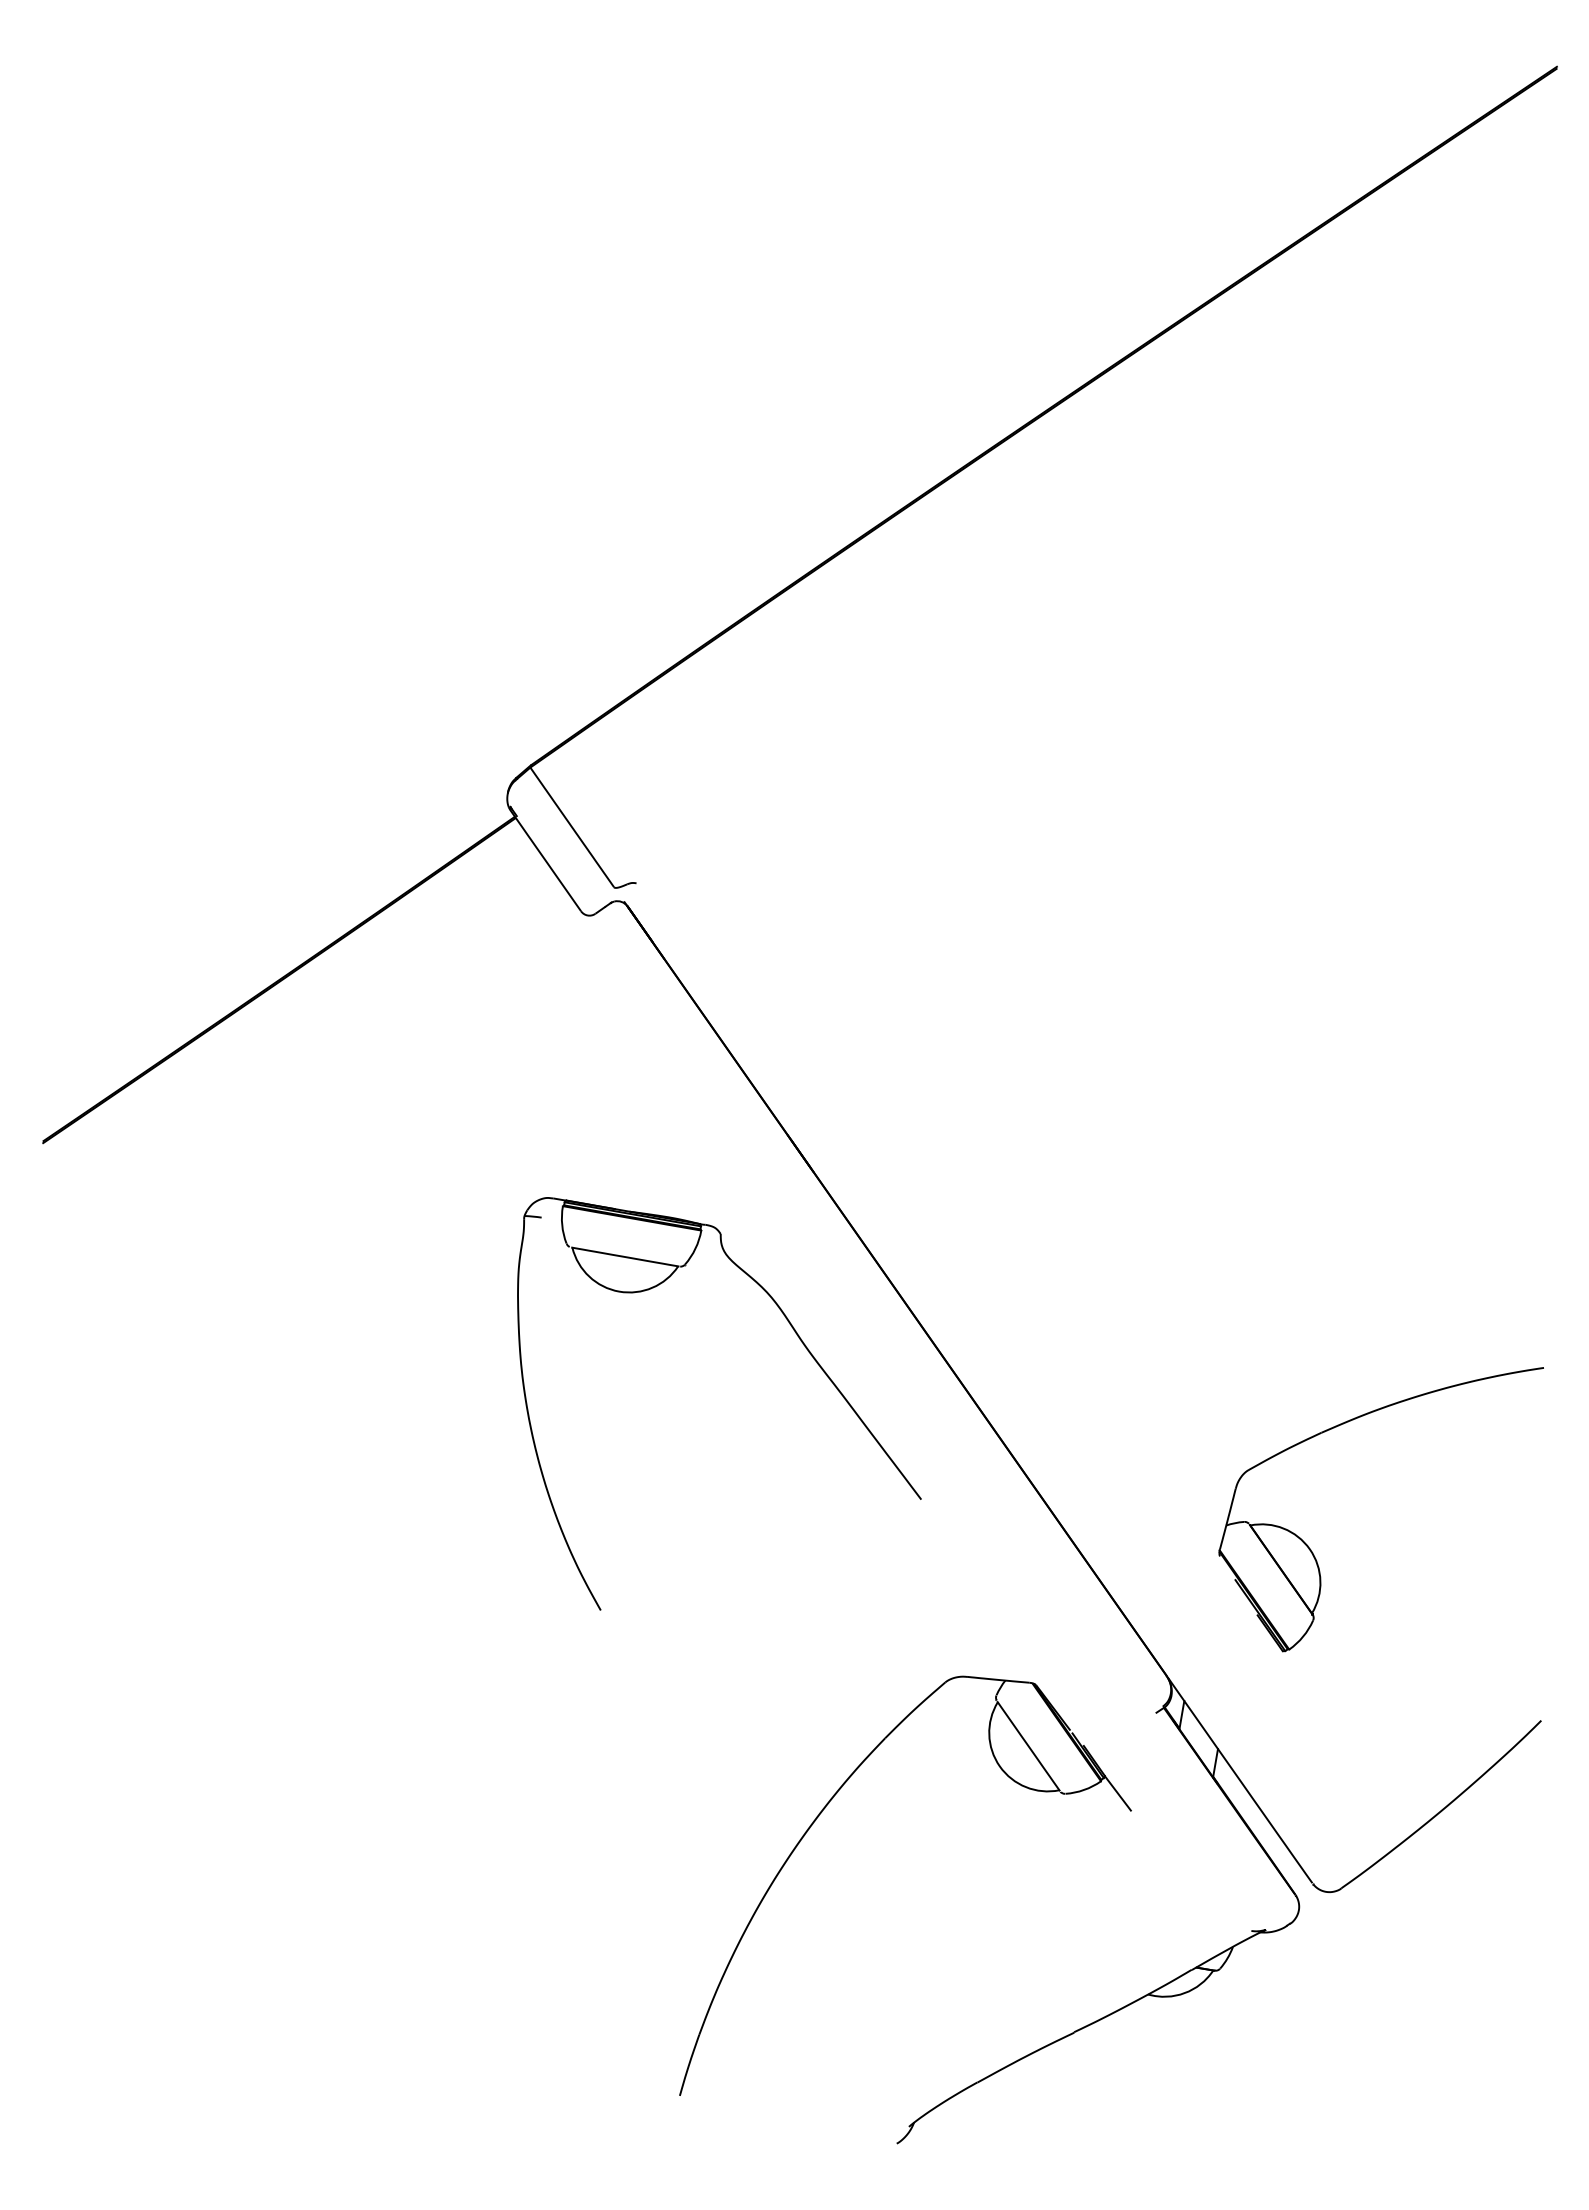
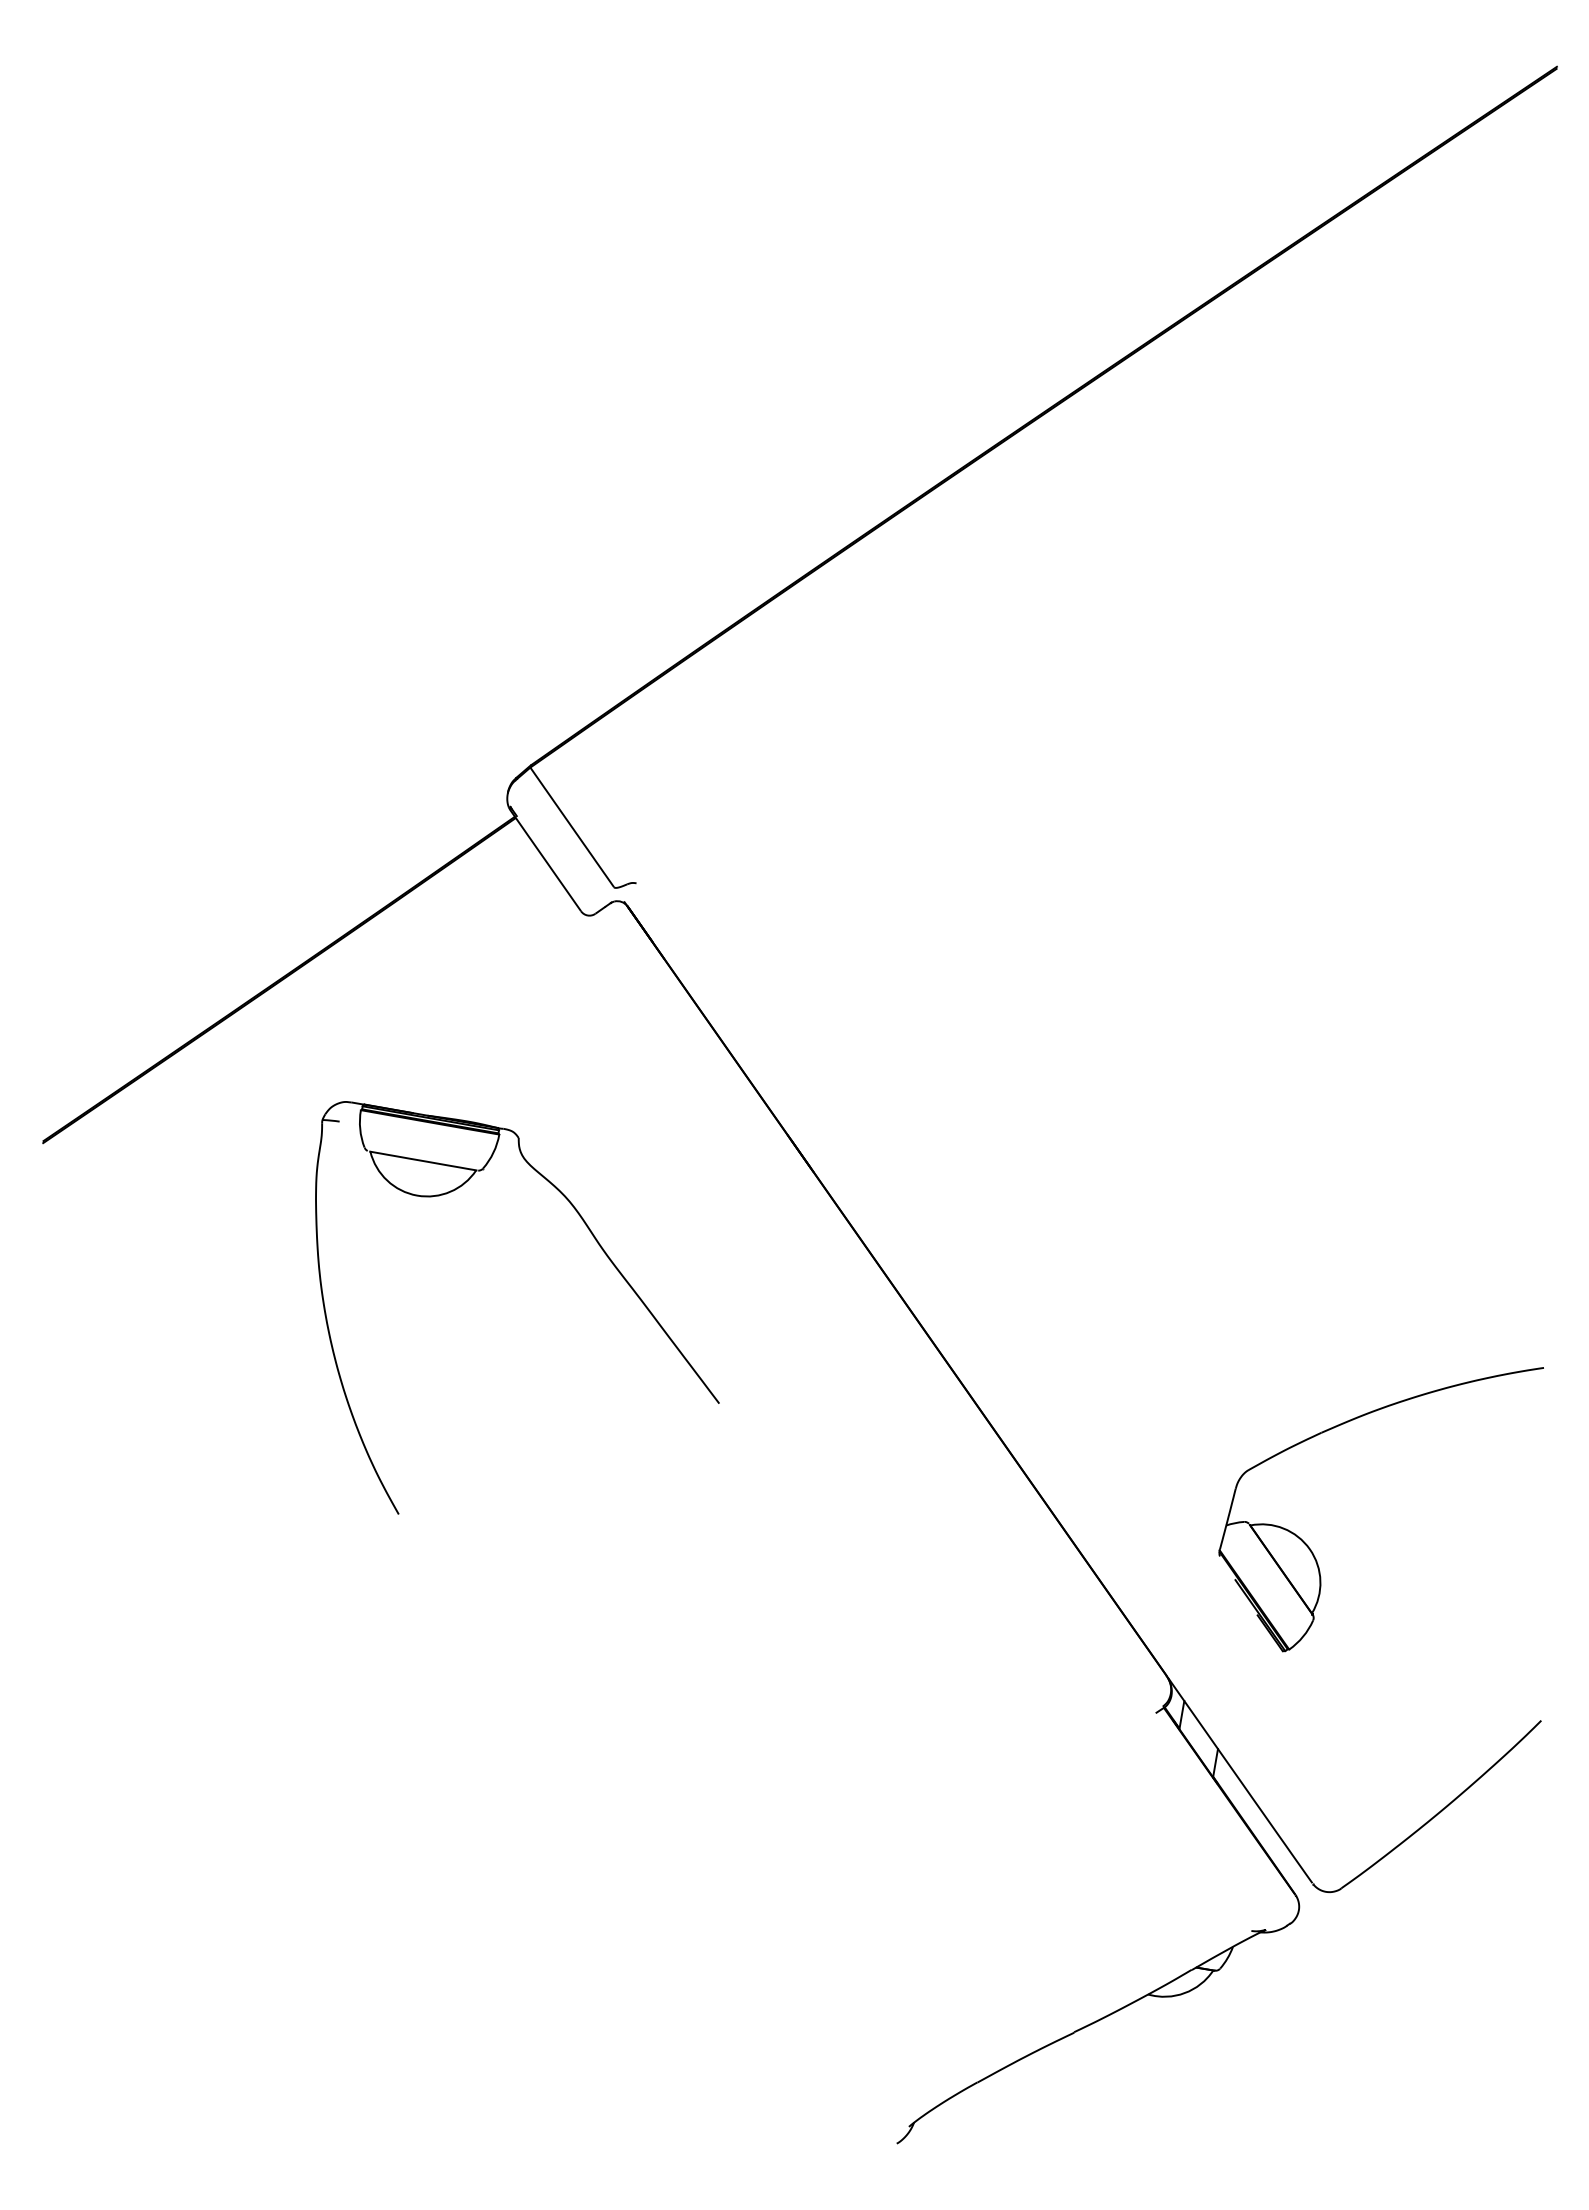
part at (803, 1345) position: (803, 1345) -> (601, 1249)
part at (816, 1820): present -> none
